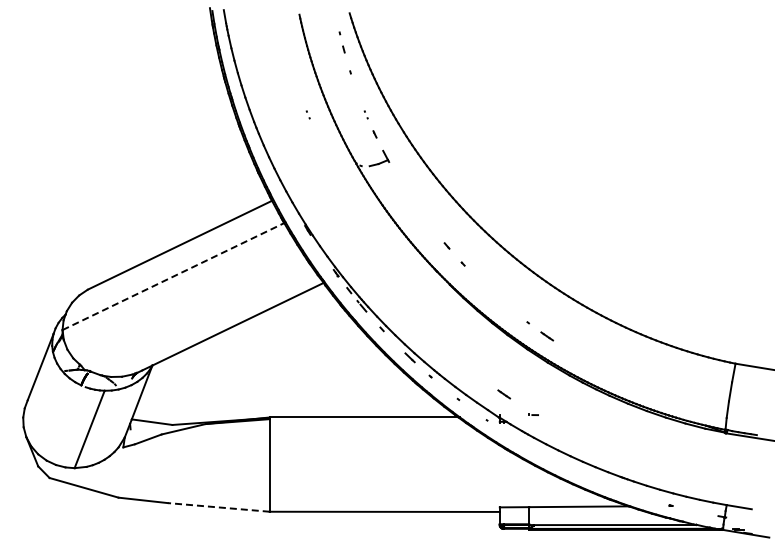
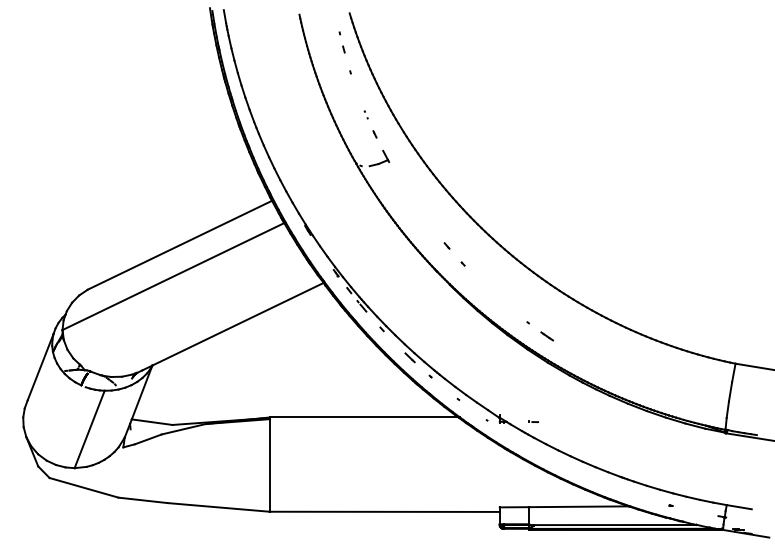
part at (307, 114): present -> none
line at (173, 276): dashed -> solid
line at (504, 394): present -> none
part at (533, 414) position: (533, 414) -> (533, 421)
line at (218, 507): dashed -> solid
